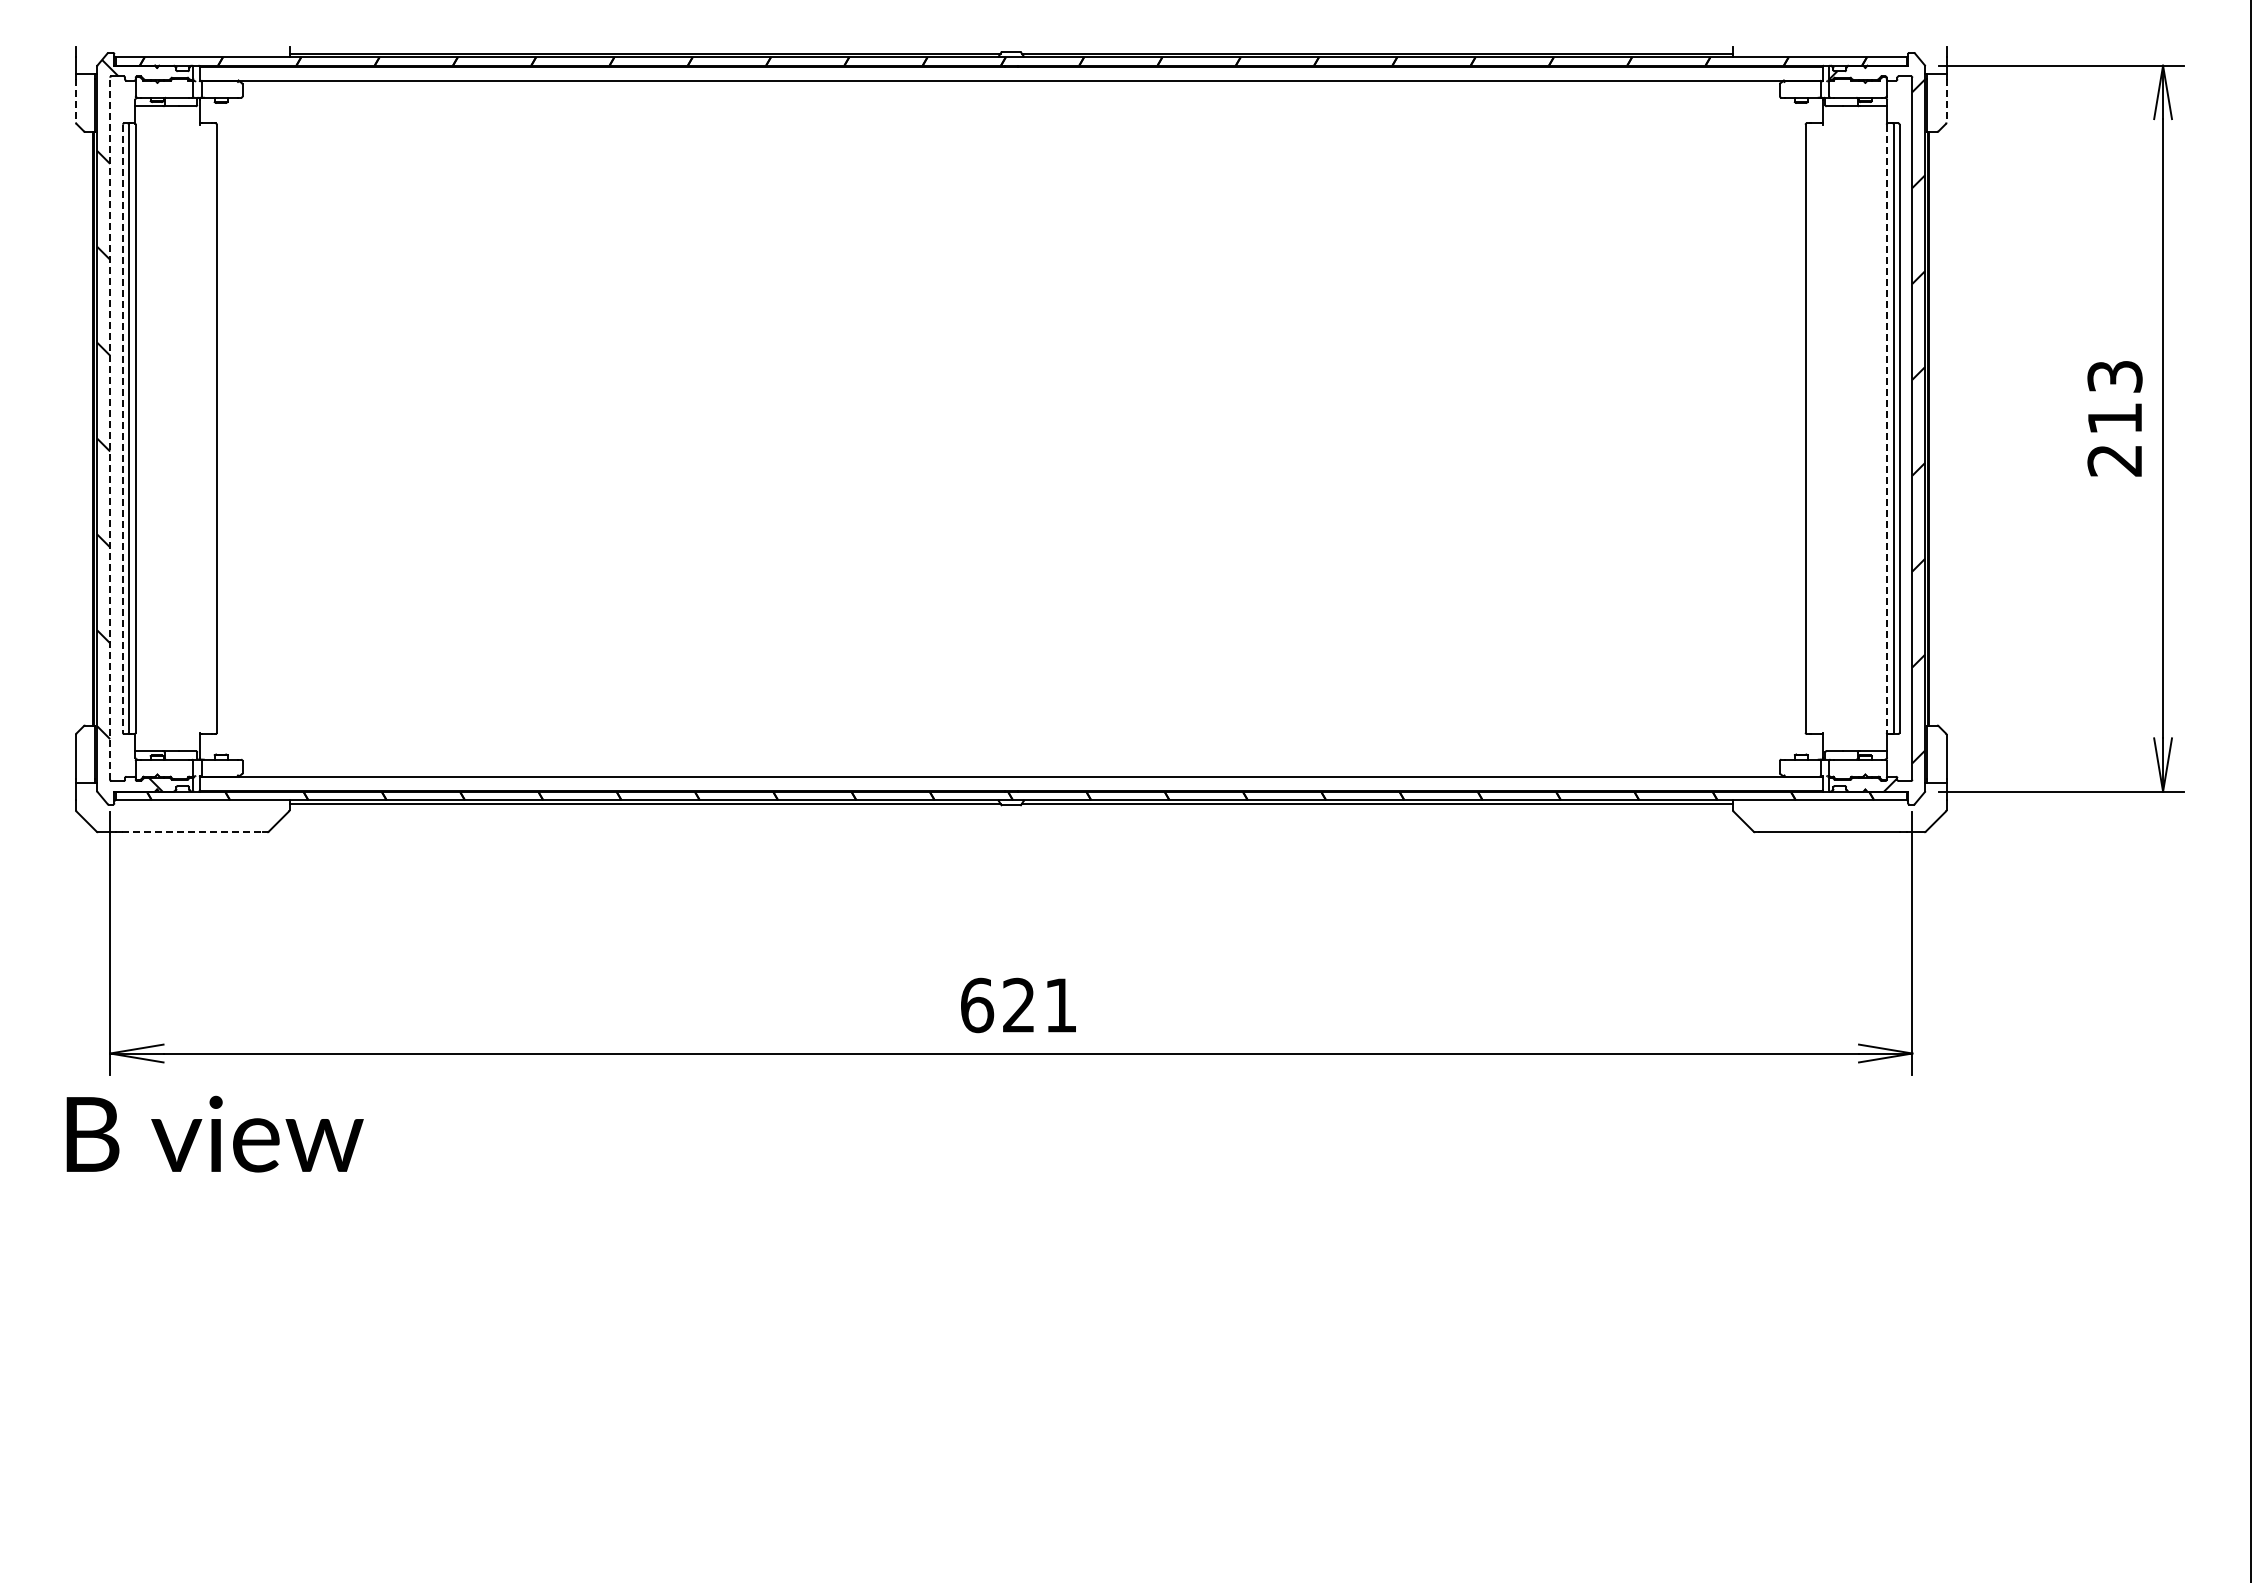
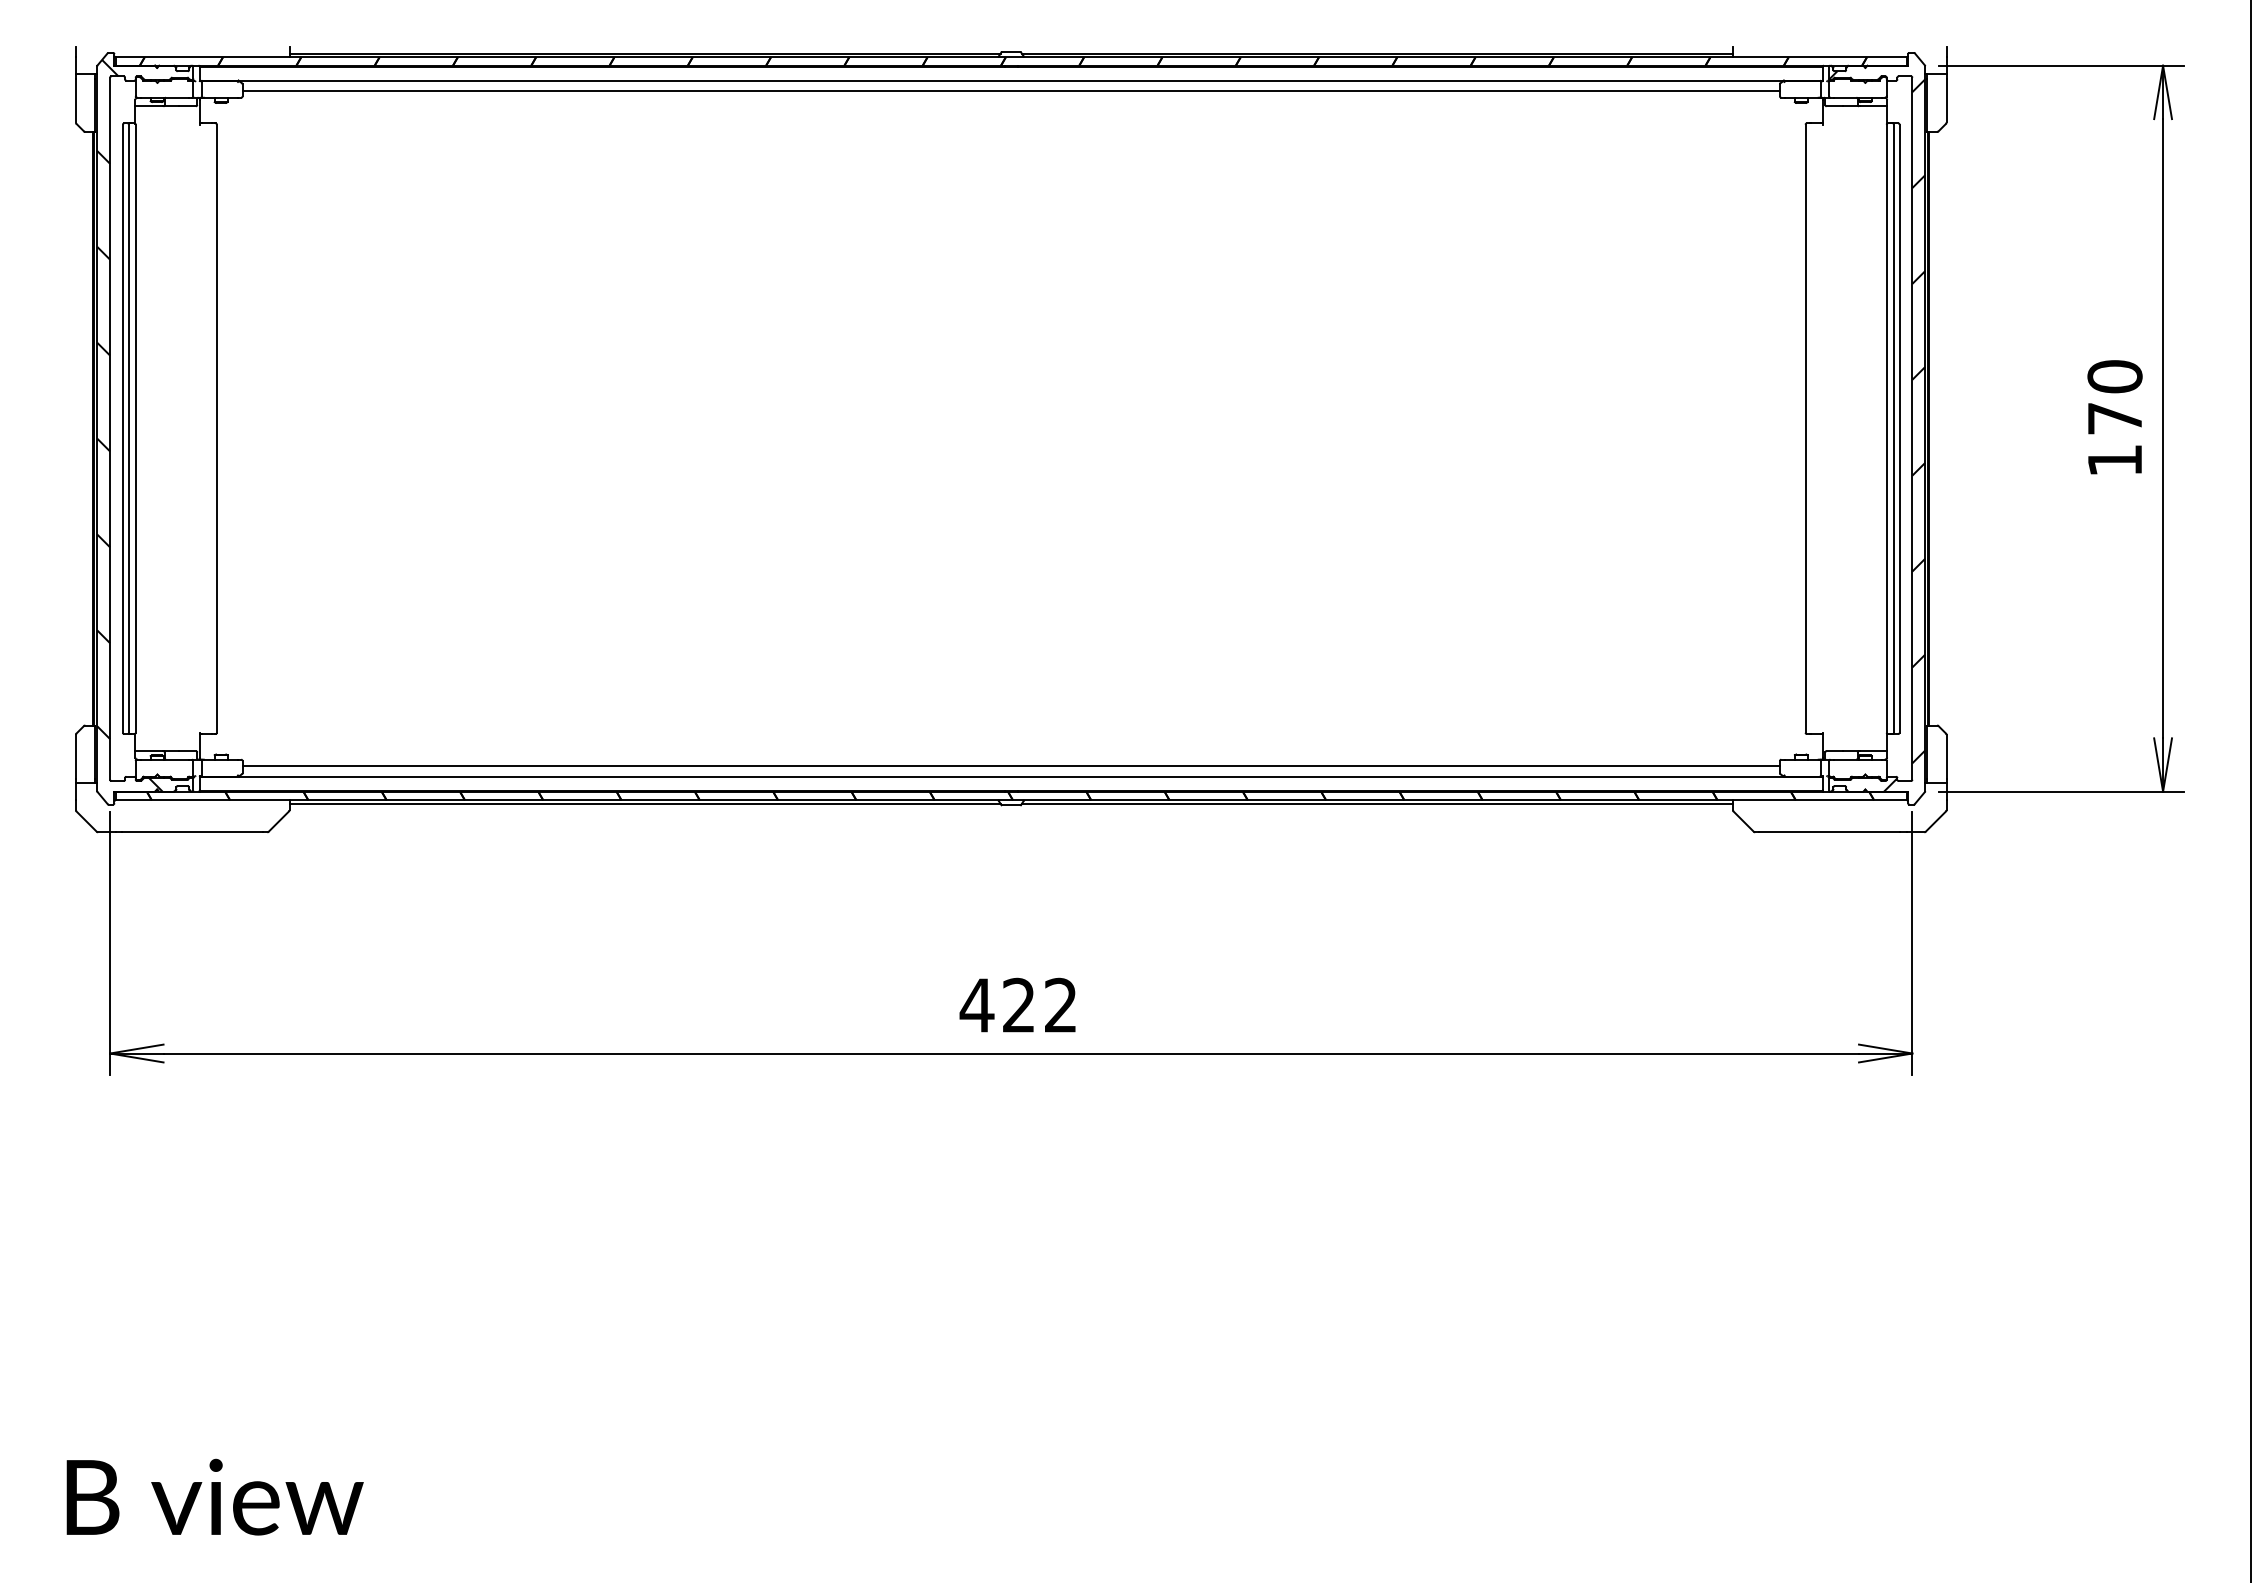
line at (1010, 91): none -> present
line at (75, 100): dashed -> solid
line at (1946, 100): dashed -> solid
text at (2114, 418): 213 -> 170
line at (110, 428): dashed -> solid
line at (122, 429): dashed -> solid
line at (1886, 429): dashed -> solid
line at (1010, 766): none -> present
line at (193, 832): dashed -> solid
text at (1017, 1005): 621 -> 422
text at (214, 1133) position: (214, 1133) -> (214, 1496)
